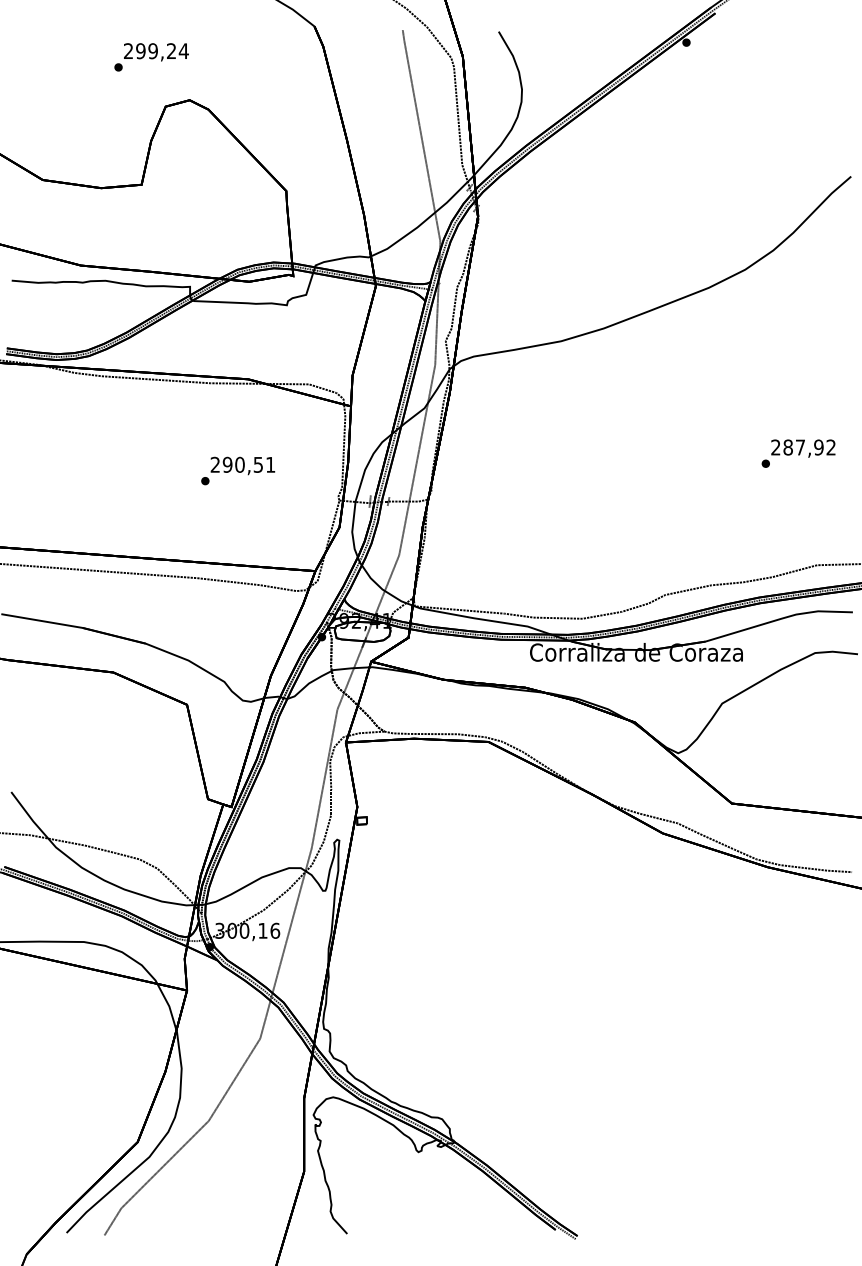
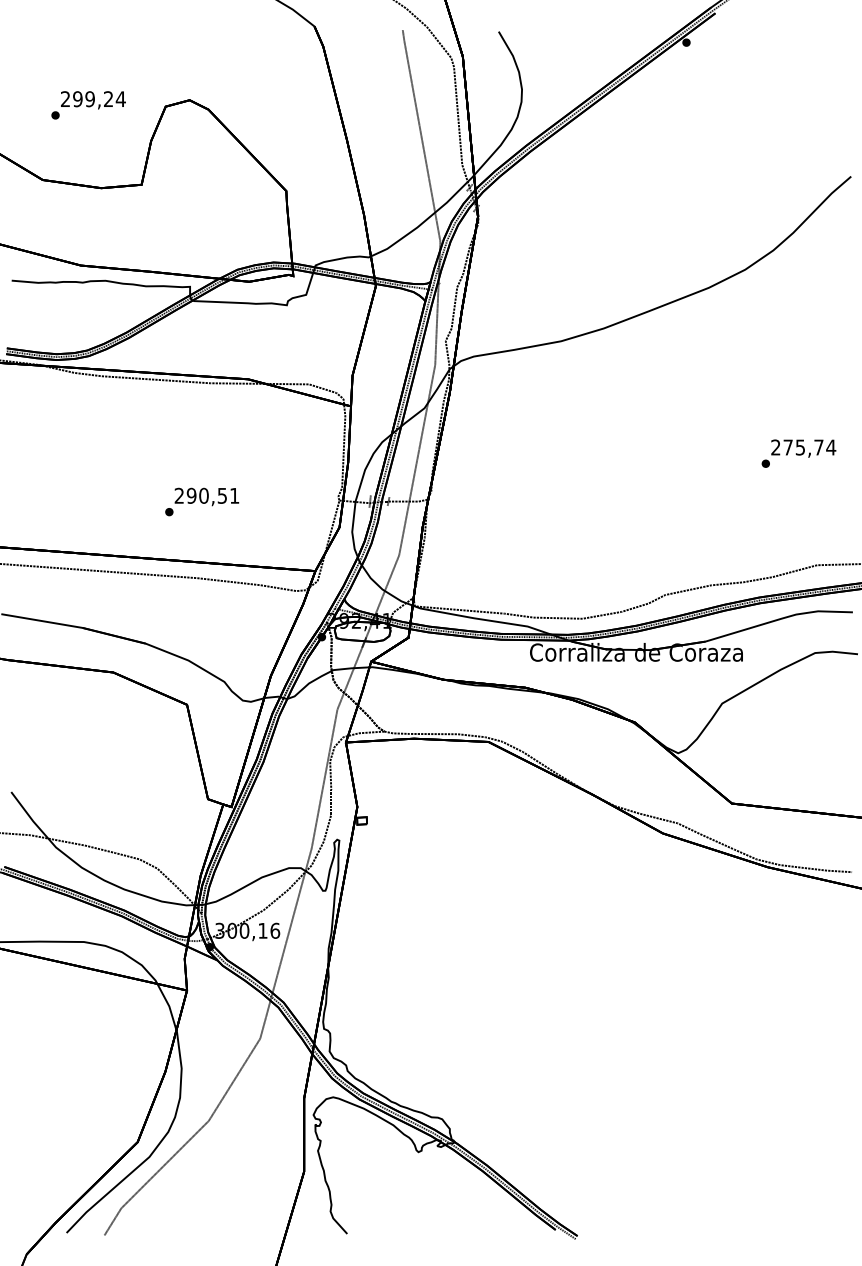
text at (151, 57) position: (151, 57) -> (88, 105)
text at (809, 447): 287,92 -> 275,74
text at (238, 470) position: (238, 470) -> (202, 501)
